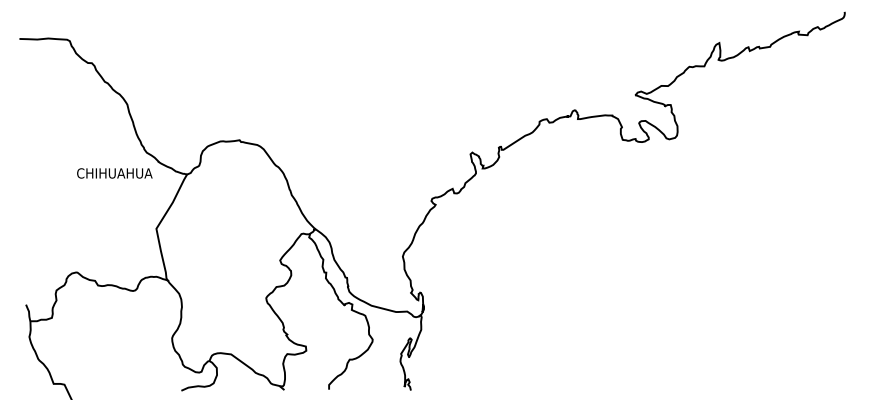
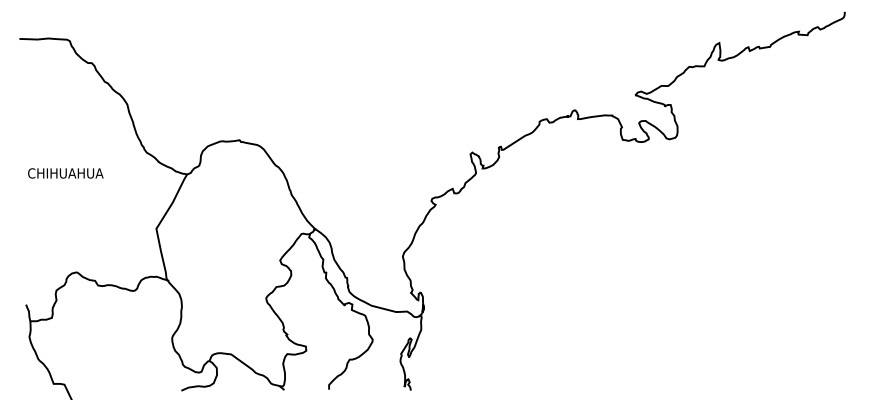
text at (114, 173) position: (114, 173) -> (65, 173)
